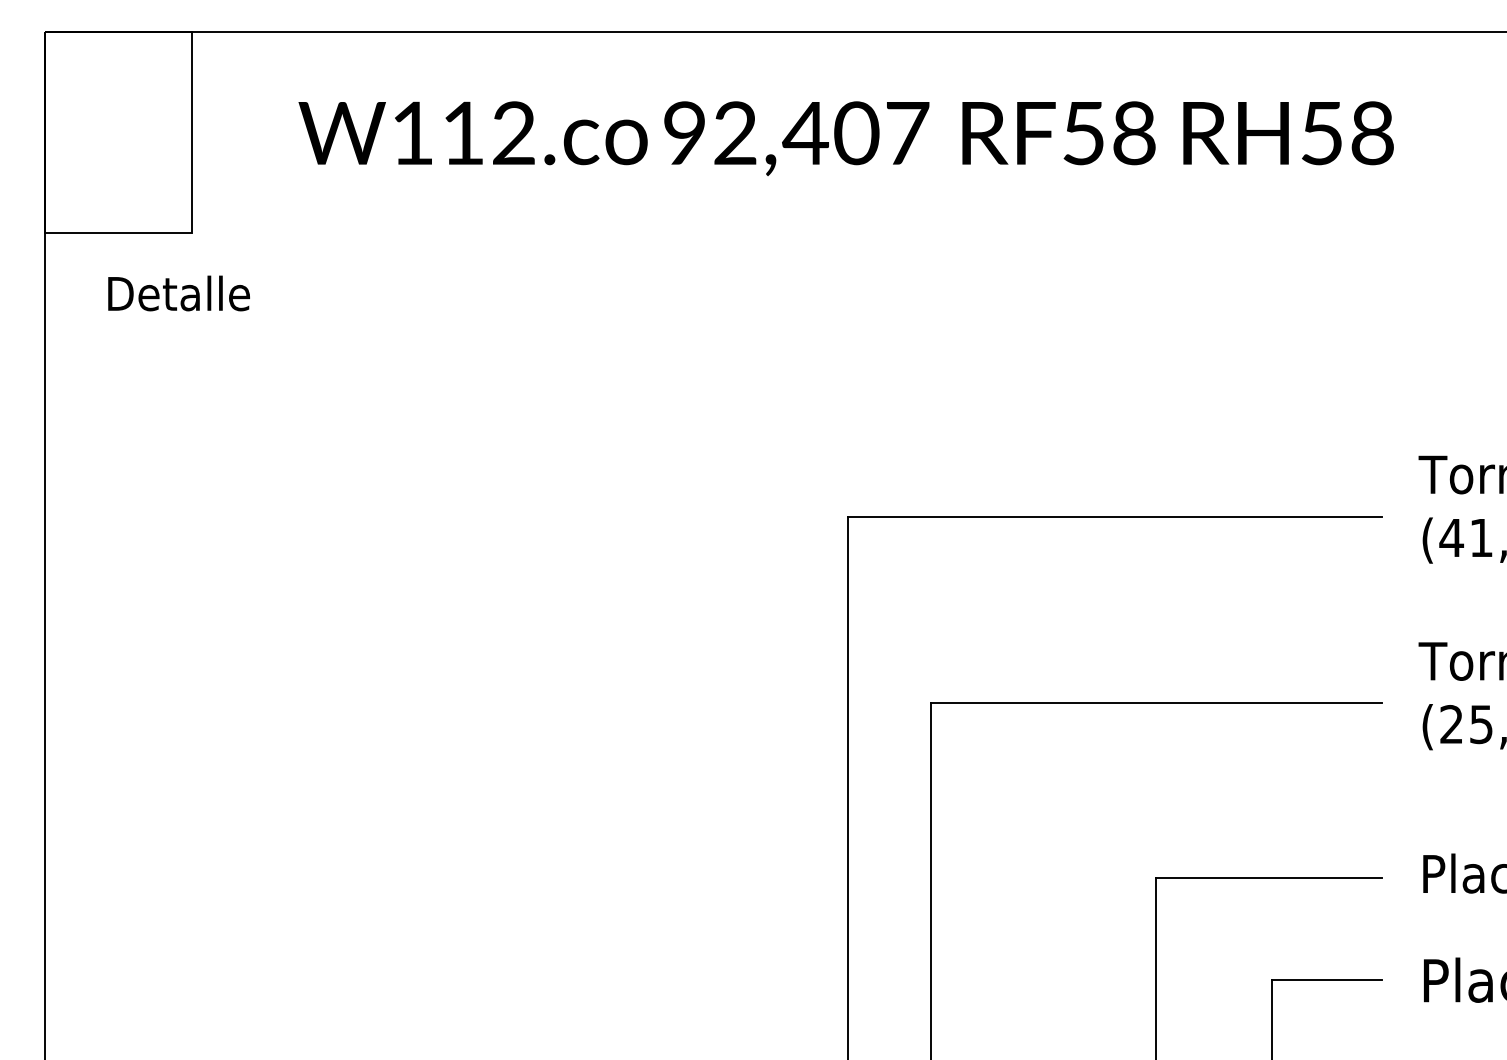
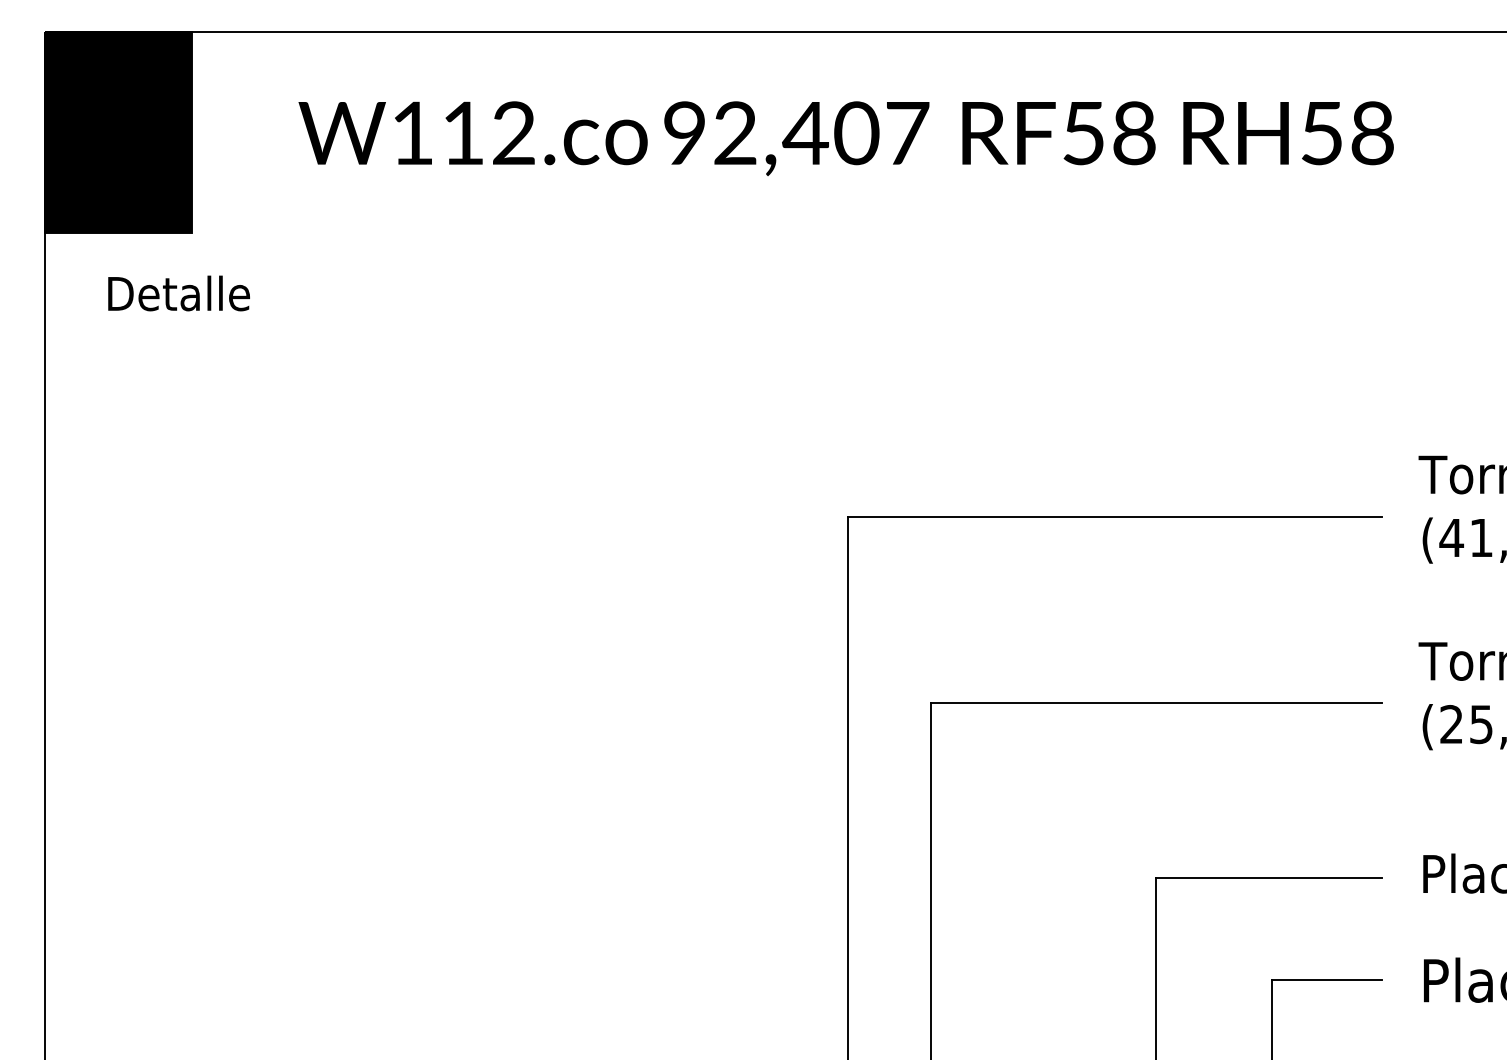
fill at (118, 132): none -> present
